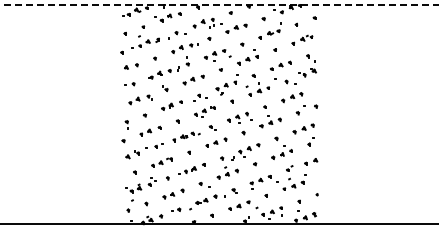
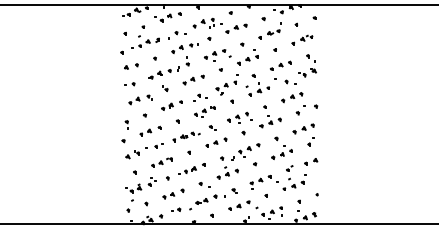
line at (219, 5): dashed -> solid
